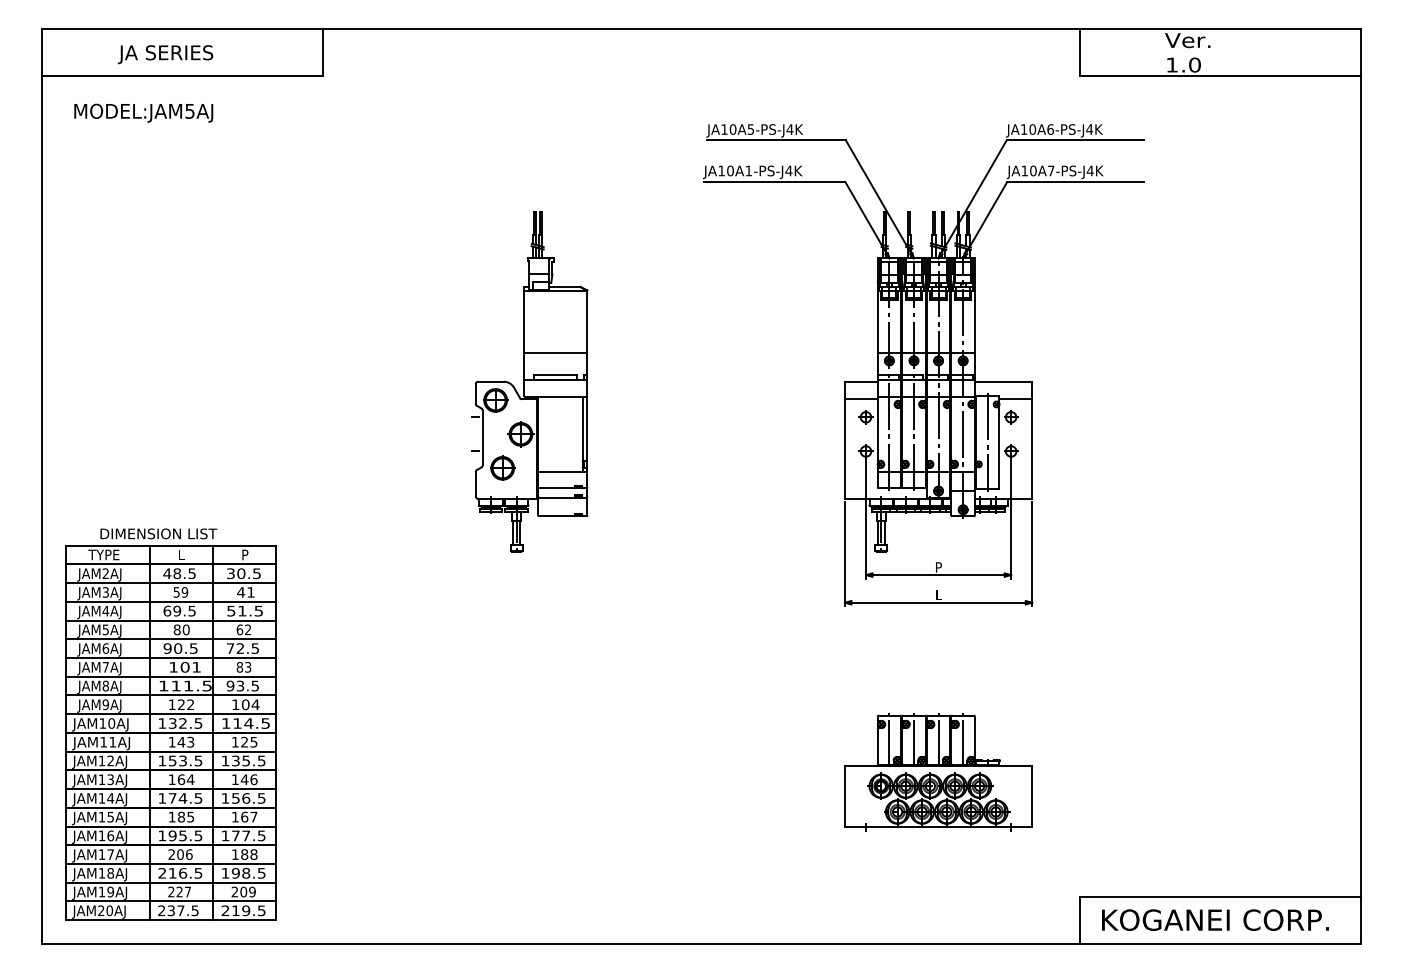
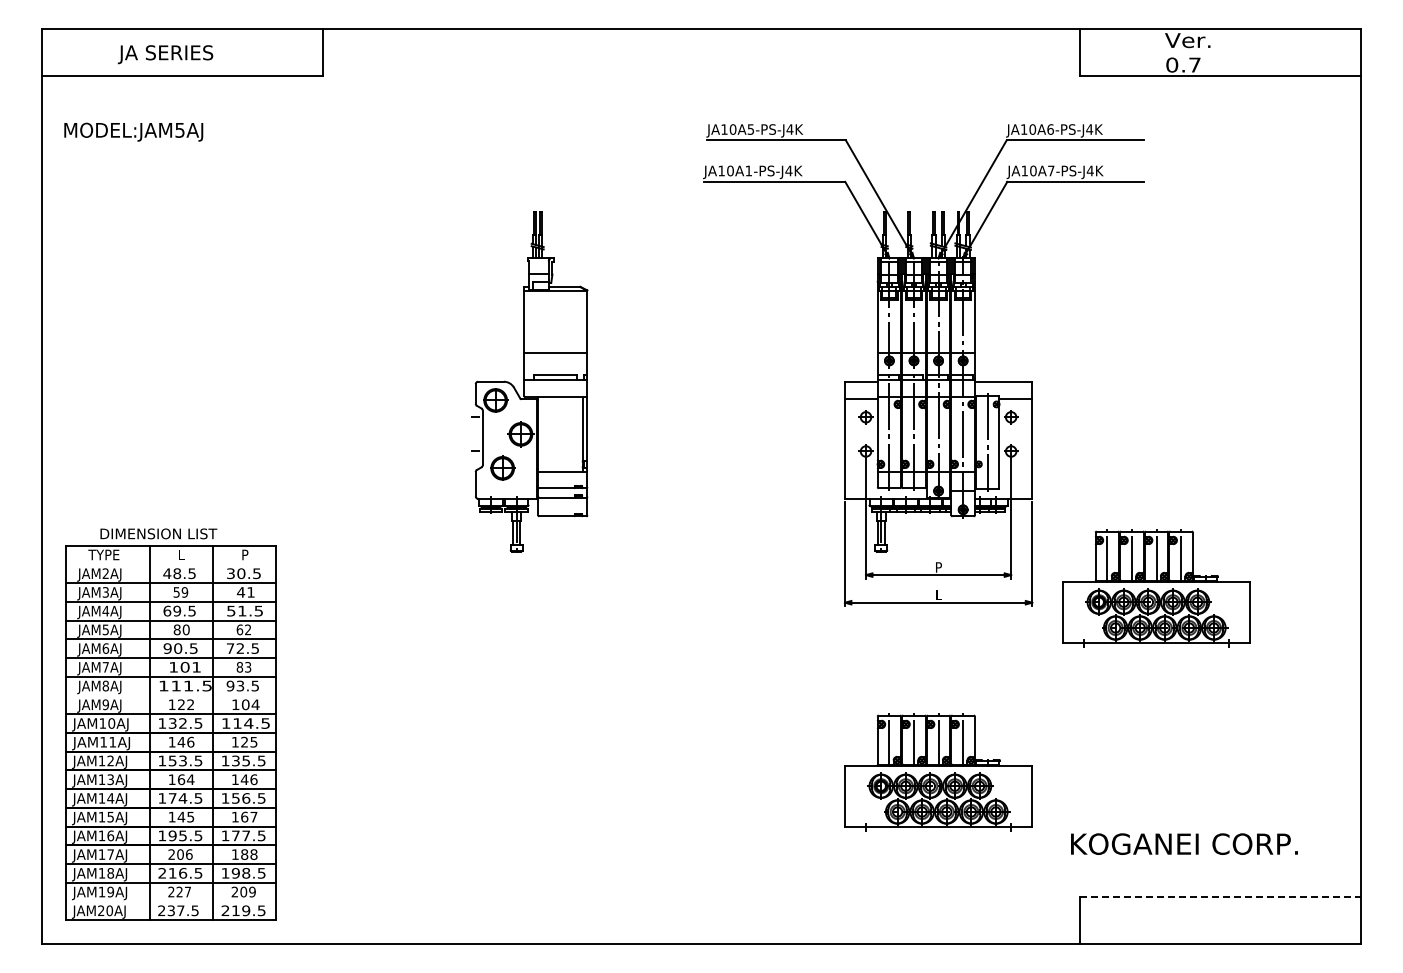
text at (1183, 64): 1.0 -> 0.7
text at (143, 112) position: (143, 112) -> (133, 131)
line at (170, 564): present -> none
part at (1156, 588): none -> present
line at (170, 695): present -> none
text at (190, 741): 143 -> 146
text at (181, 816): 185 -> 145
line at (1220, 896): solid -> dashed
line at (170, 901): present -> none
text at (1215, 919) position: (1215, 919) -> (1184, 843)
